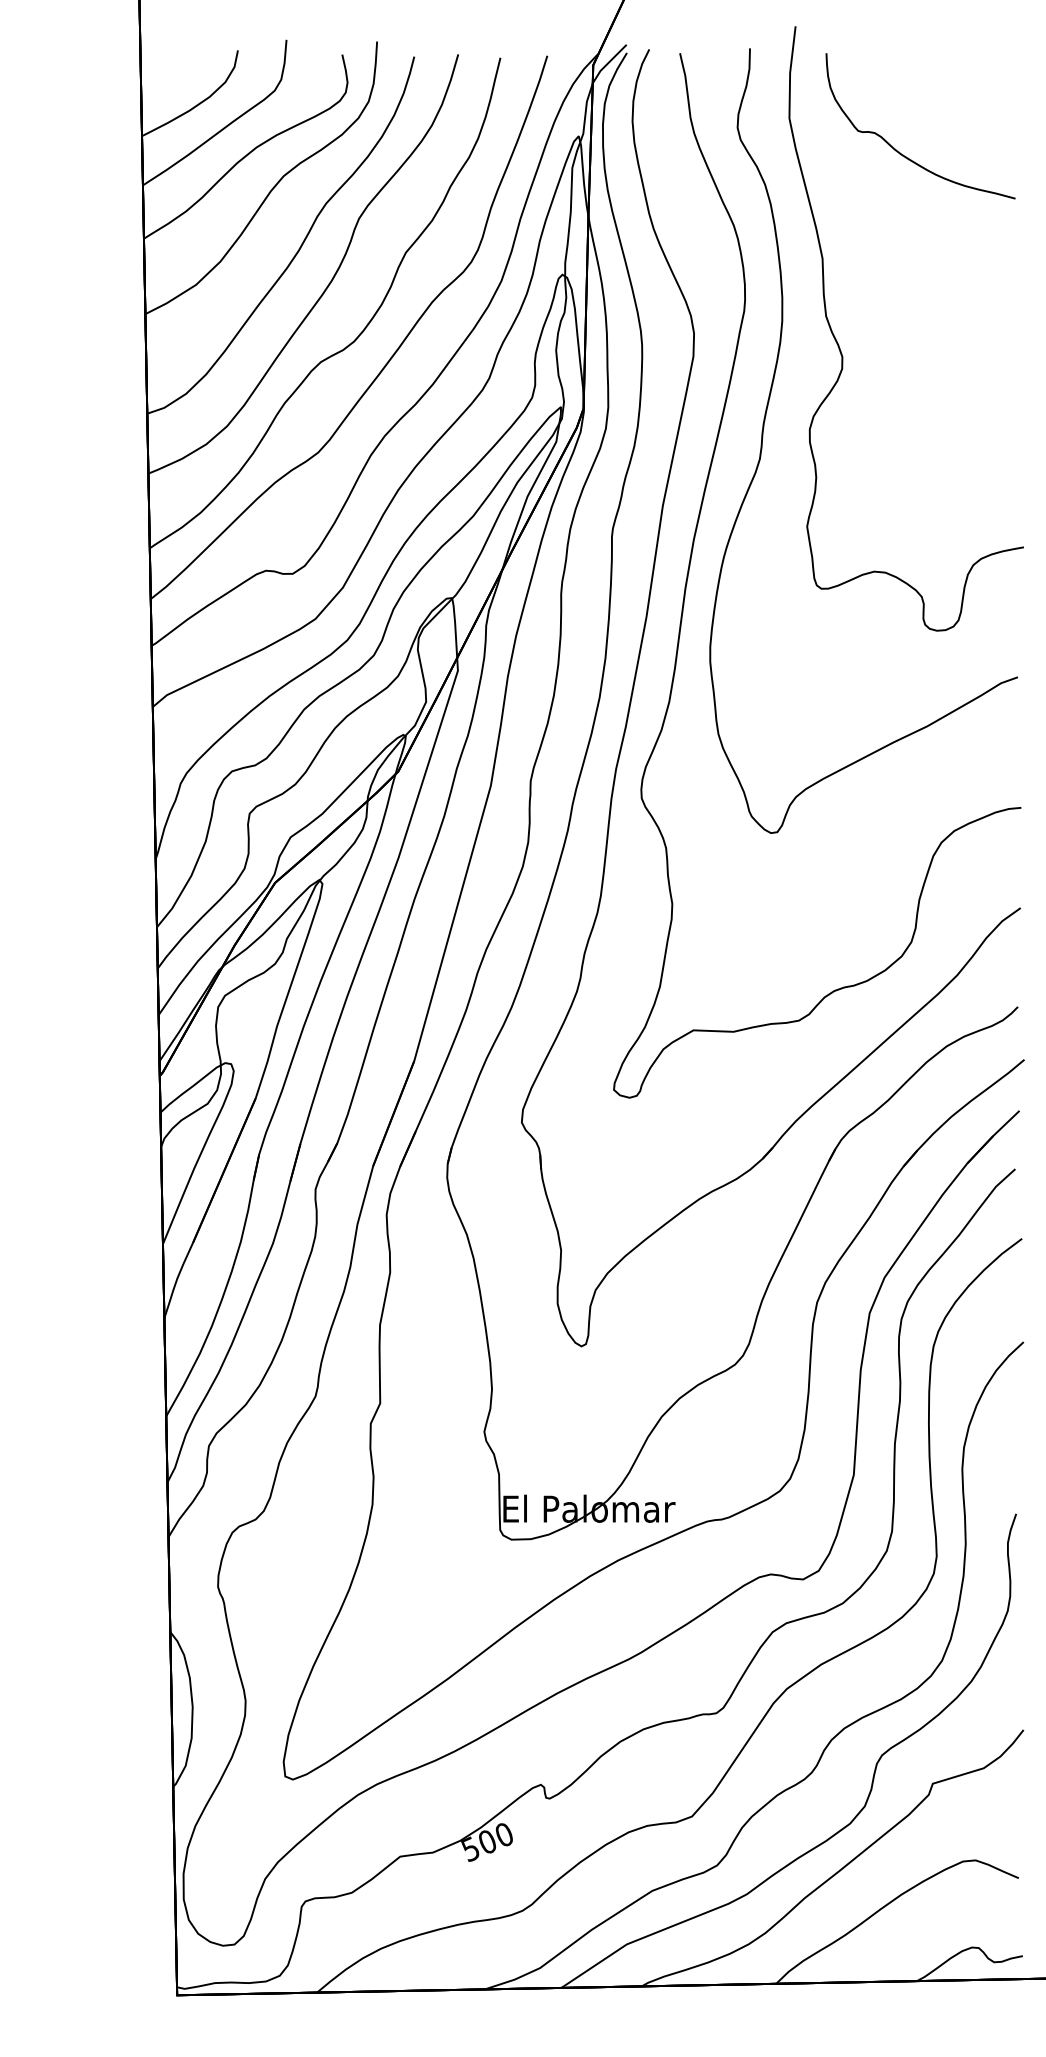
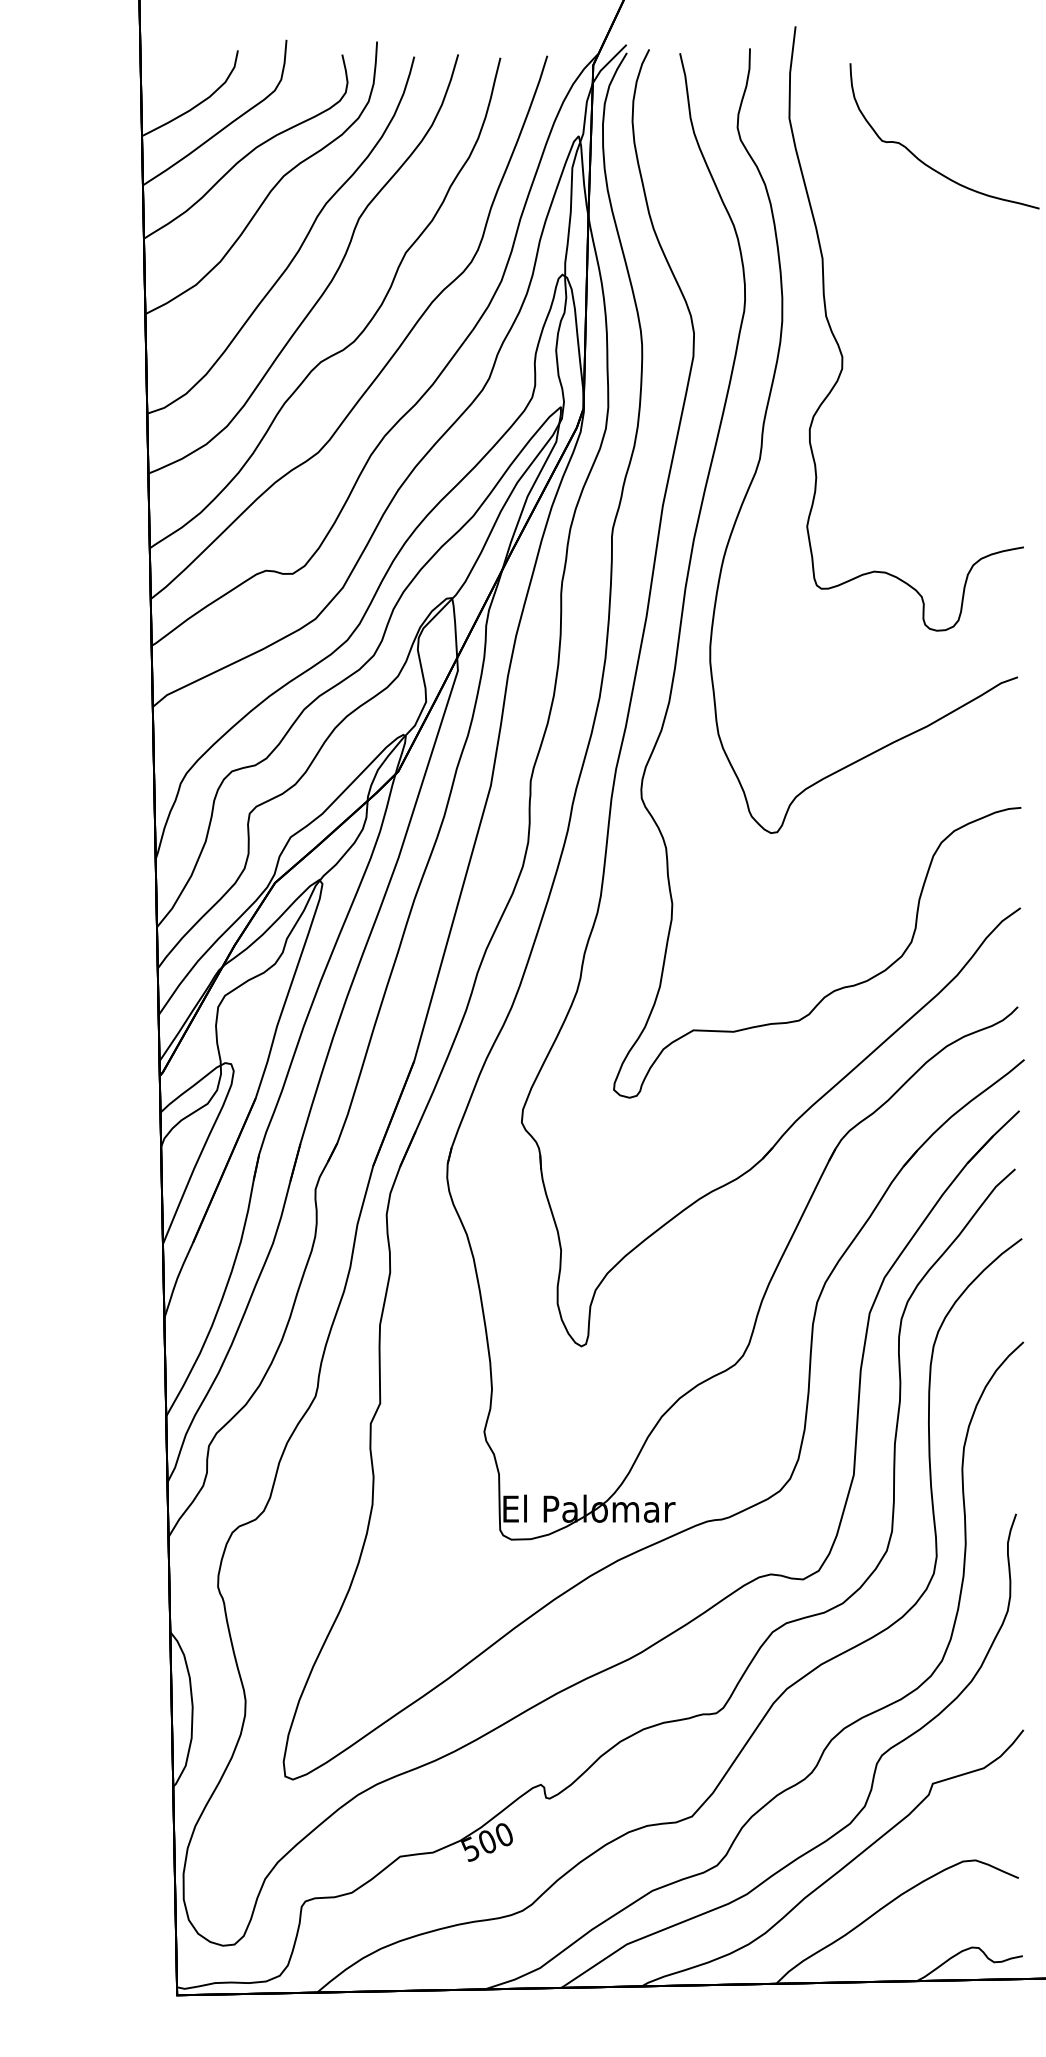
curve at (899, 151) position: (899, 151) -> (923, 161)
